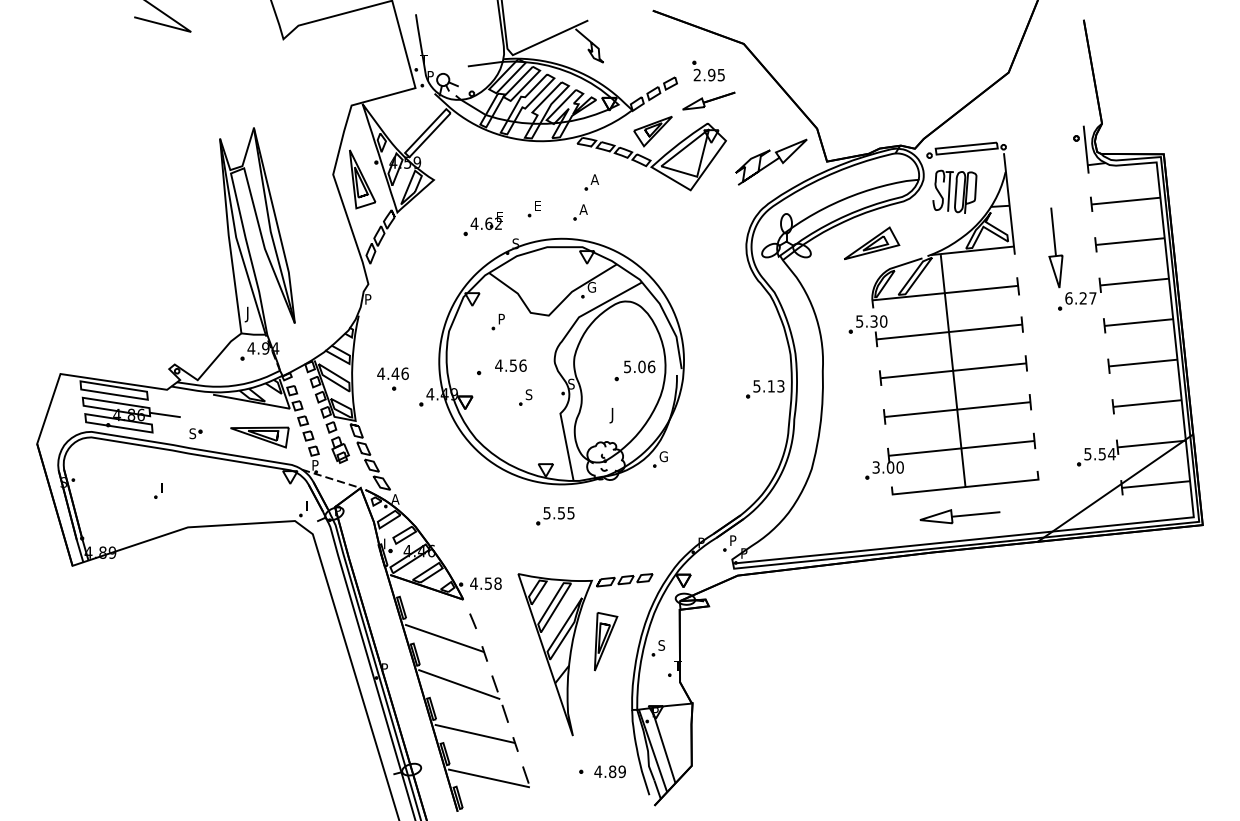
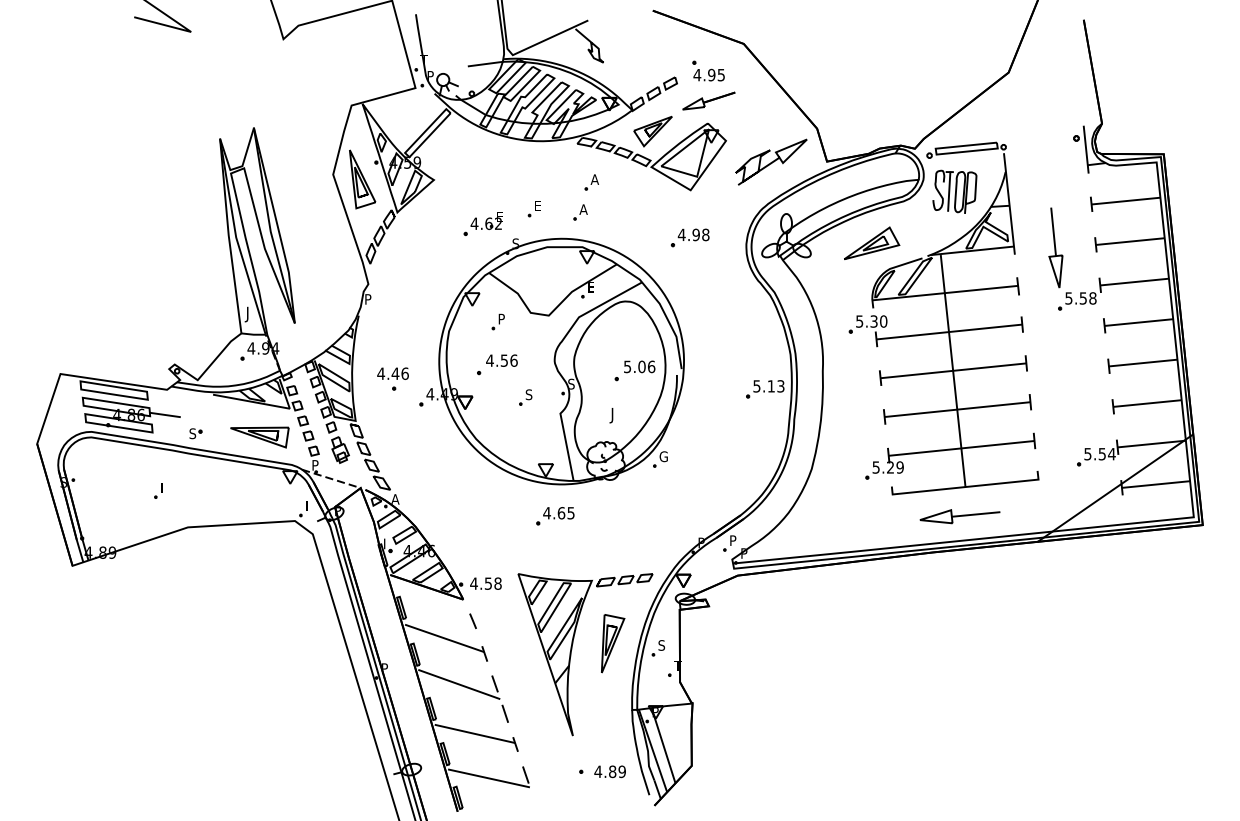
text at (697, 74): 2.95 -> 4.95
part at (689, 237): none -> present
text at (591, 286): G -> E
text at (1080, 298): 6.27 -> 5.58
text at (510, 365) position: (510, 365) -> (501, 360)
text at (888, 467): 3.00 -> 5.29
text at (554, 513): 5.55 -> 4.65
part at (606, 641) position: (606, 641) -> (613, 643)
